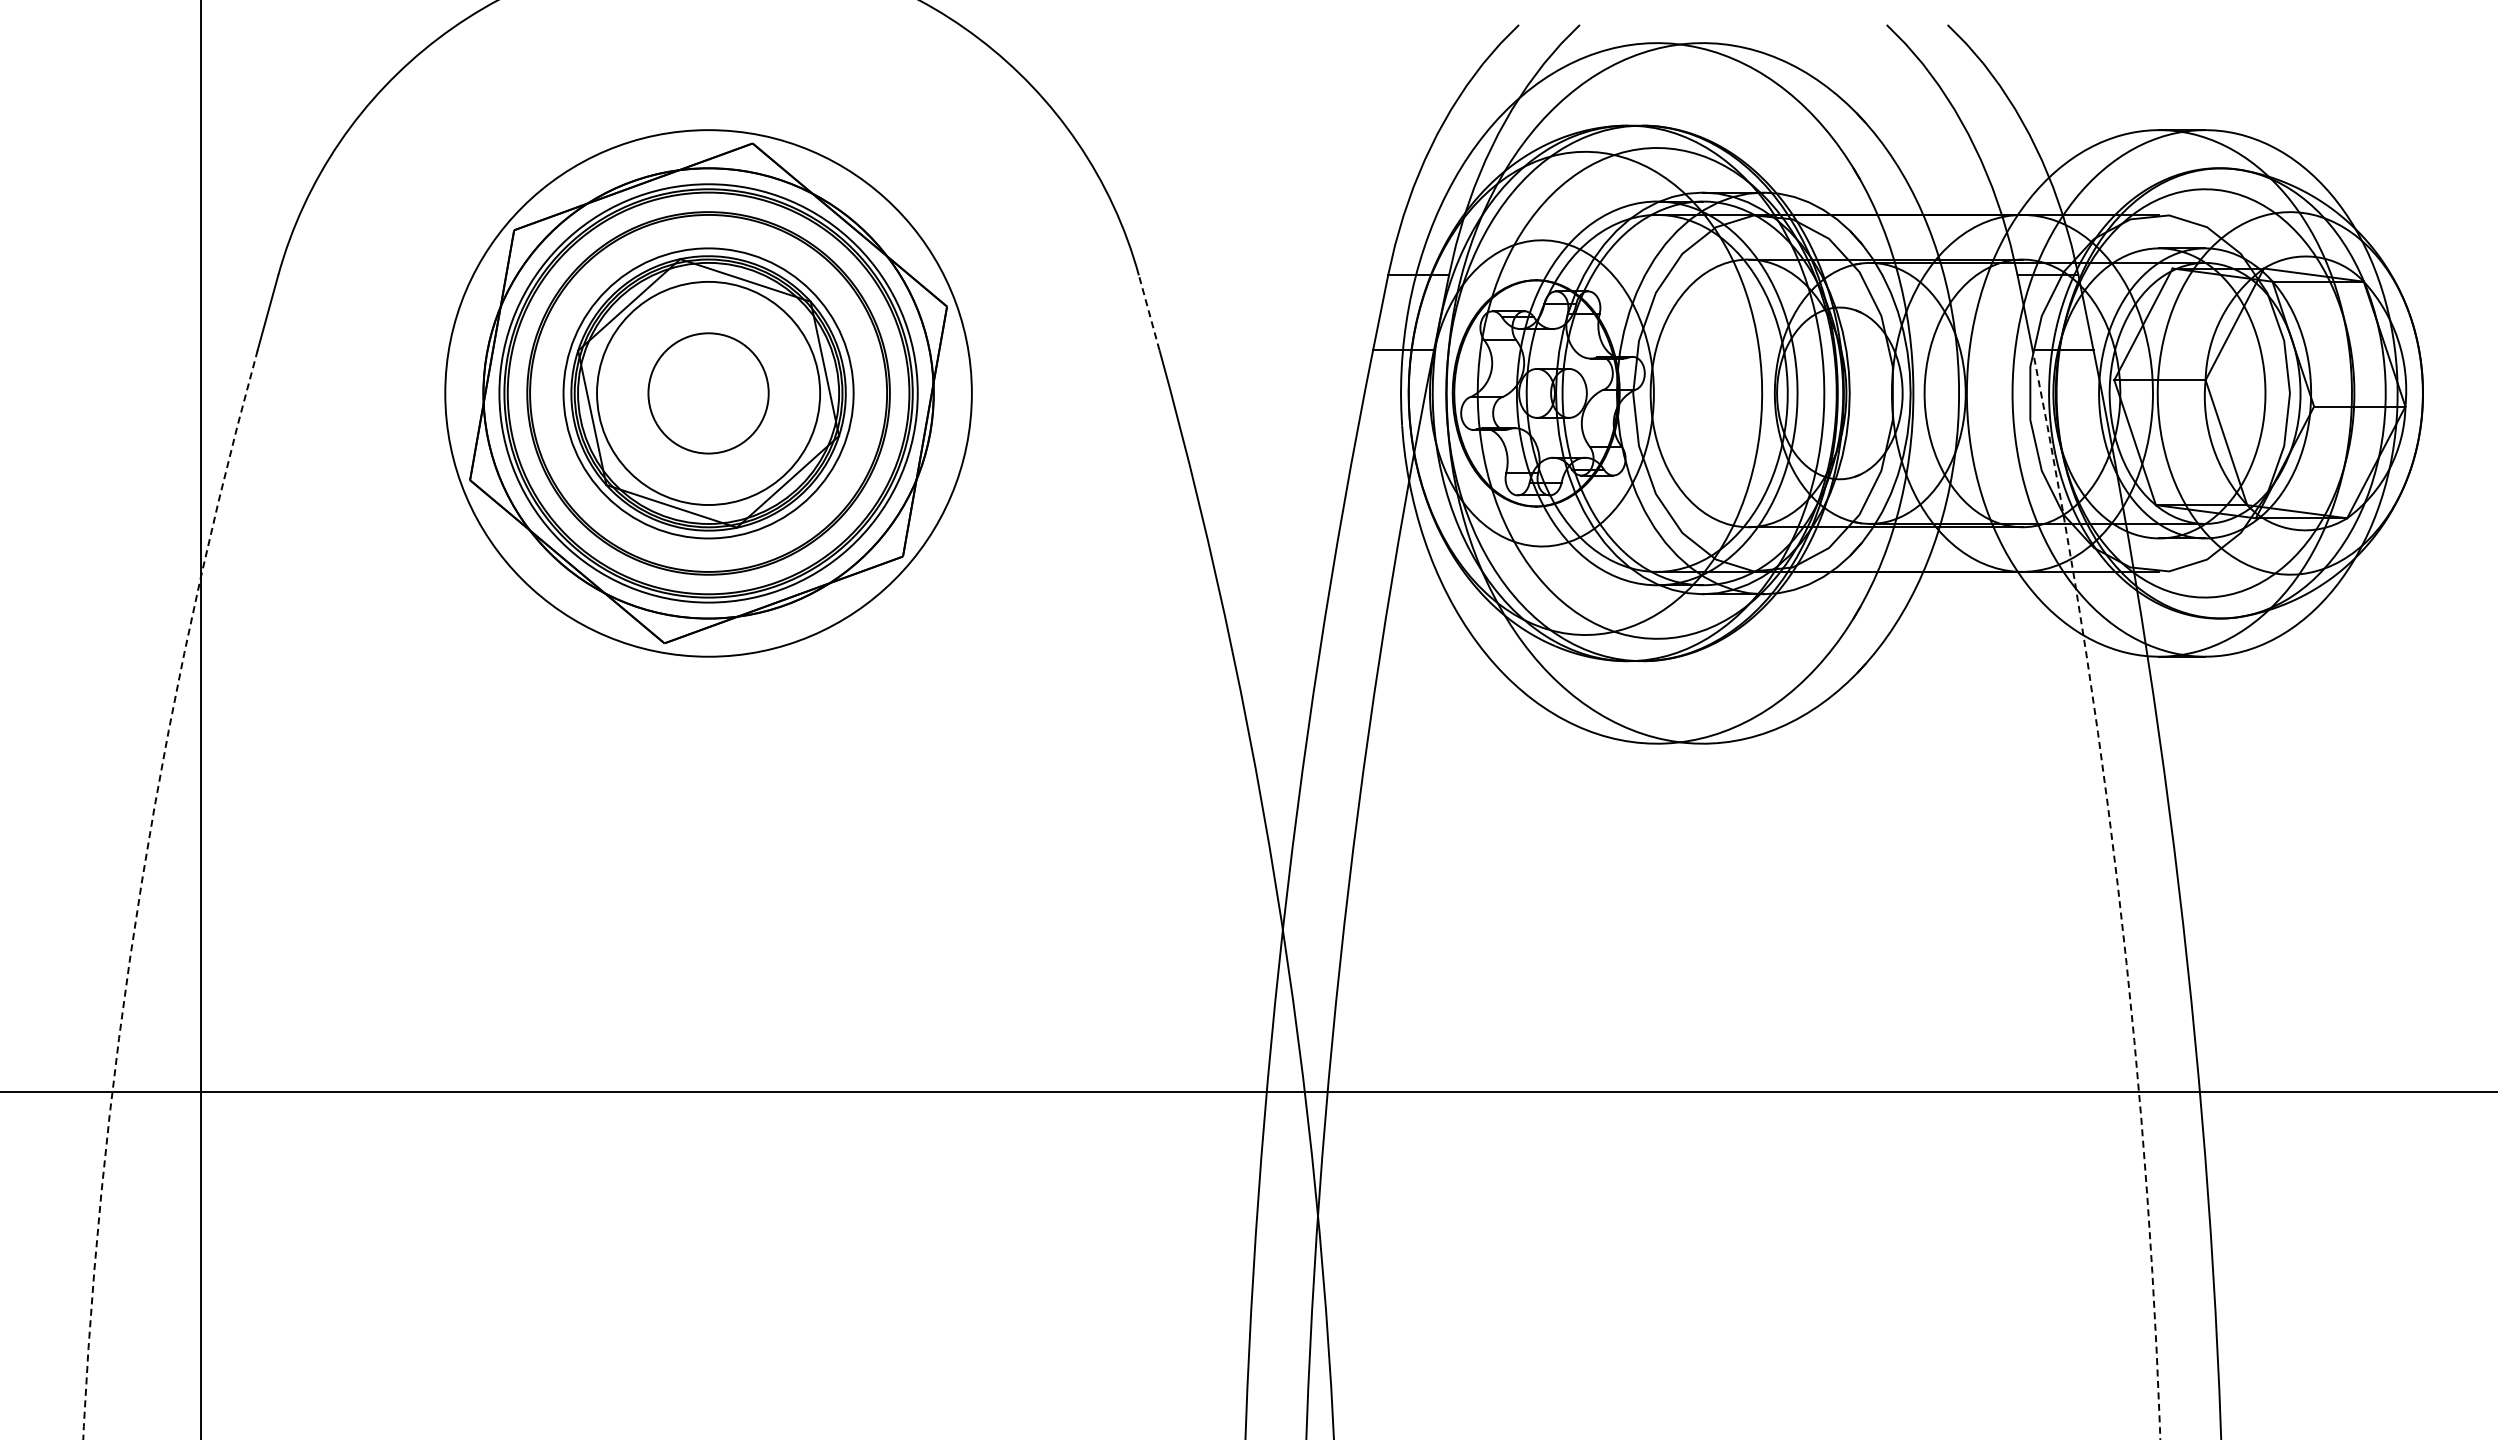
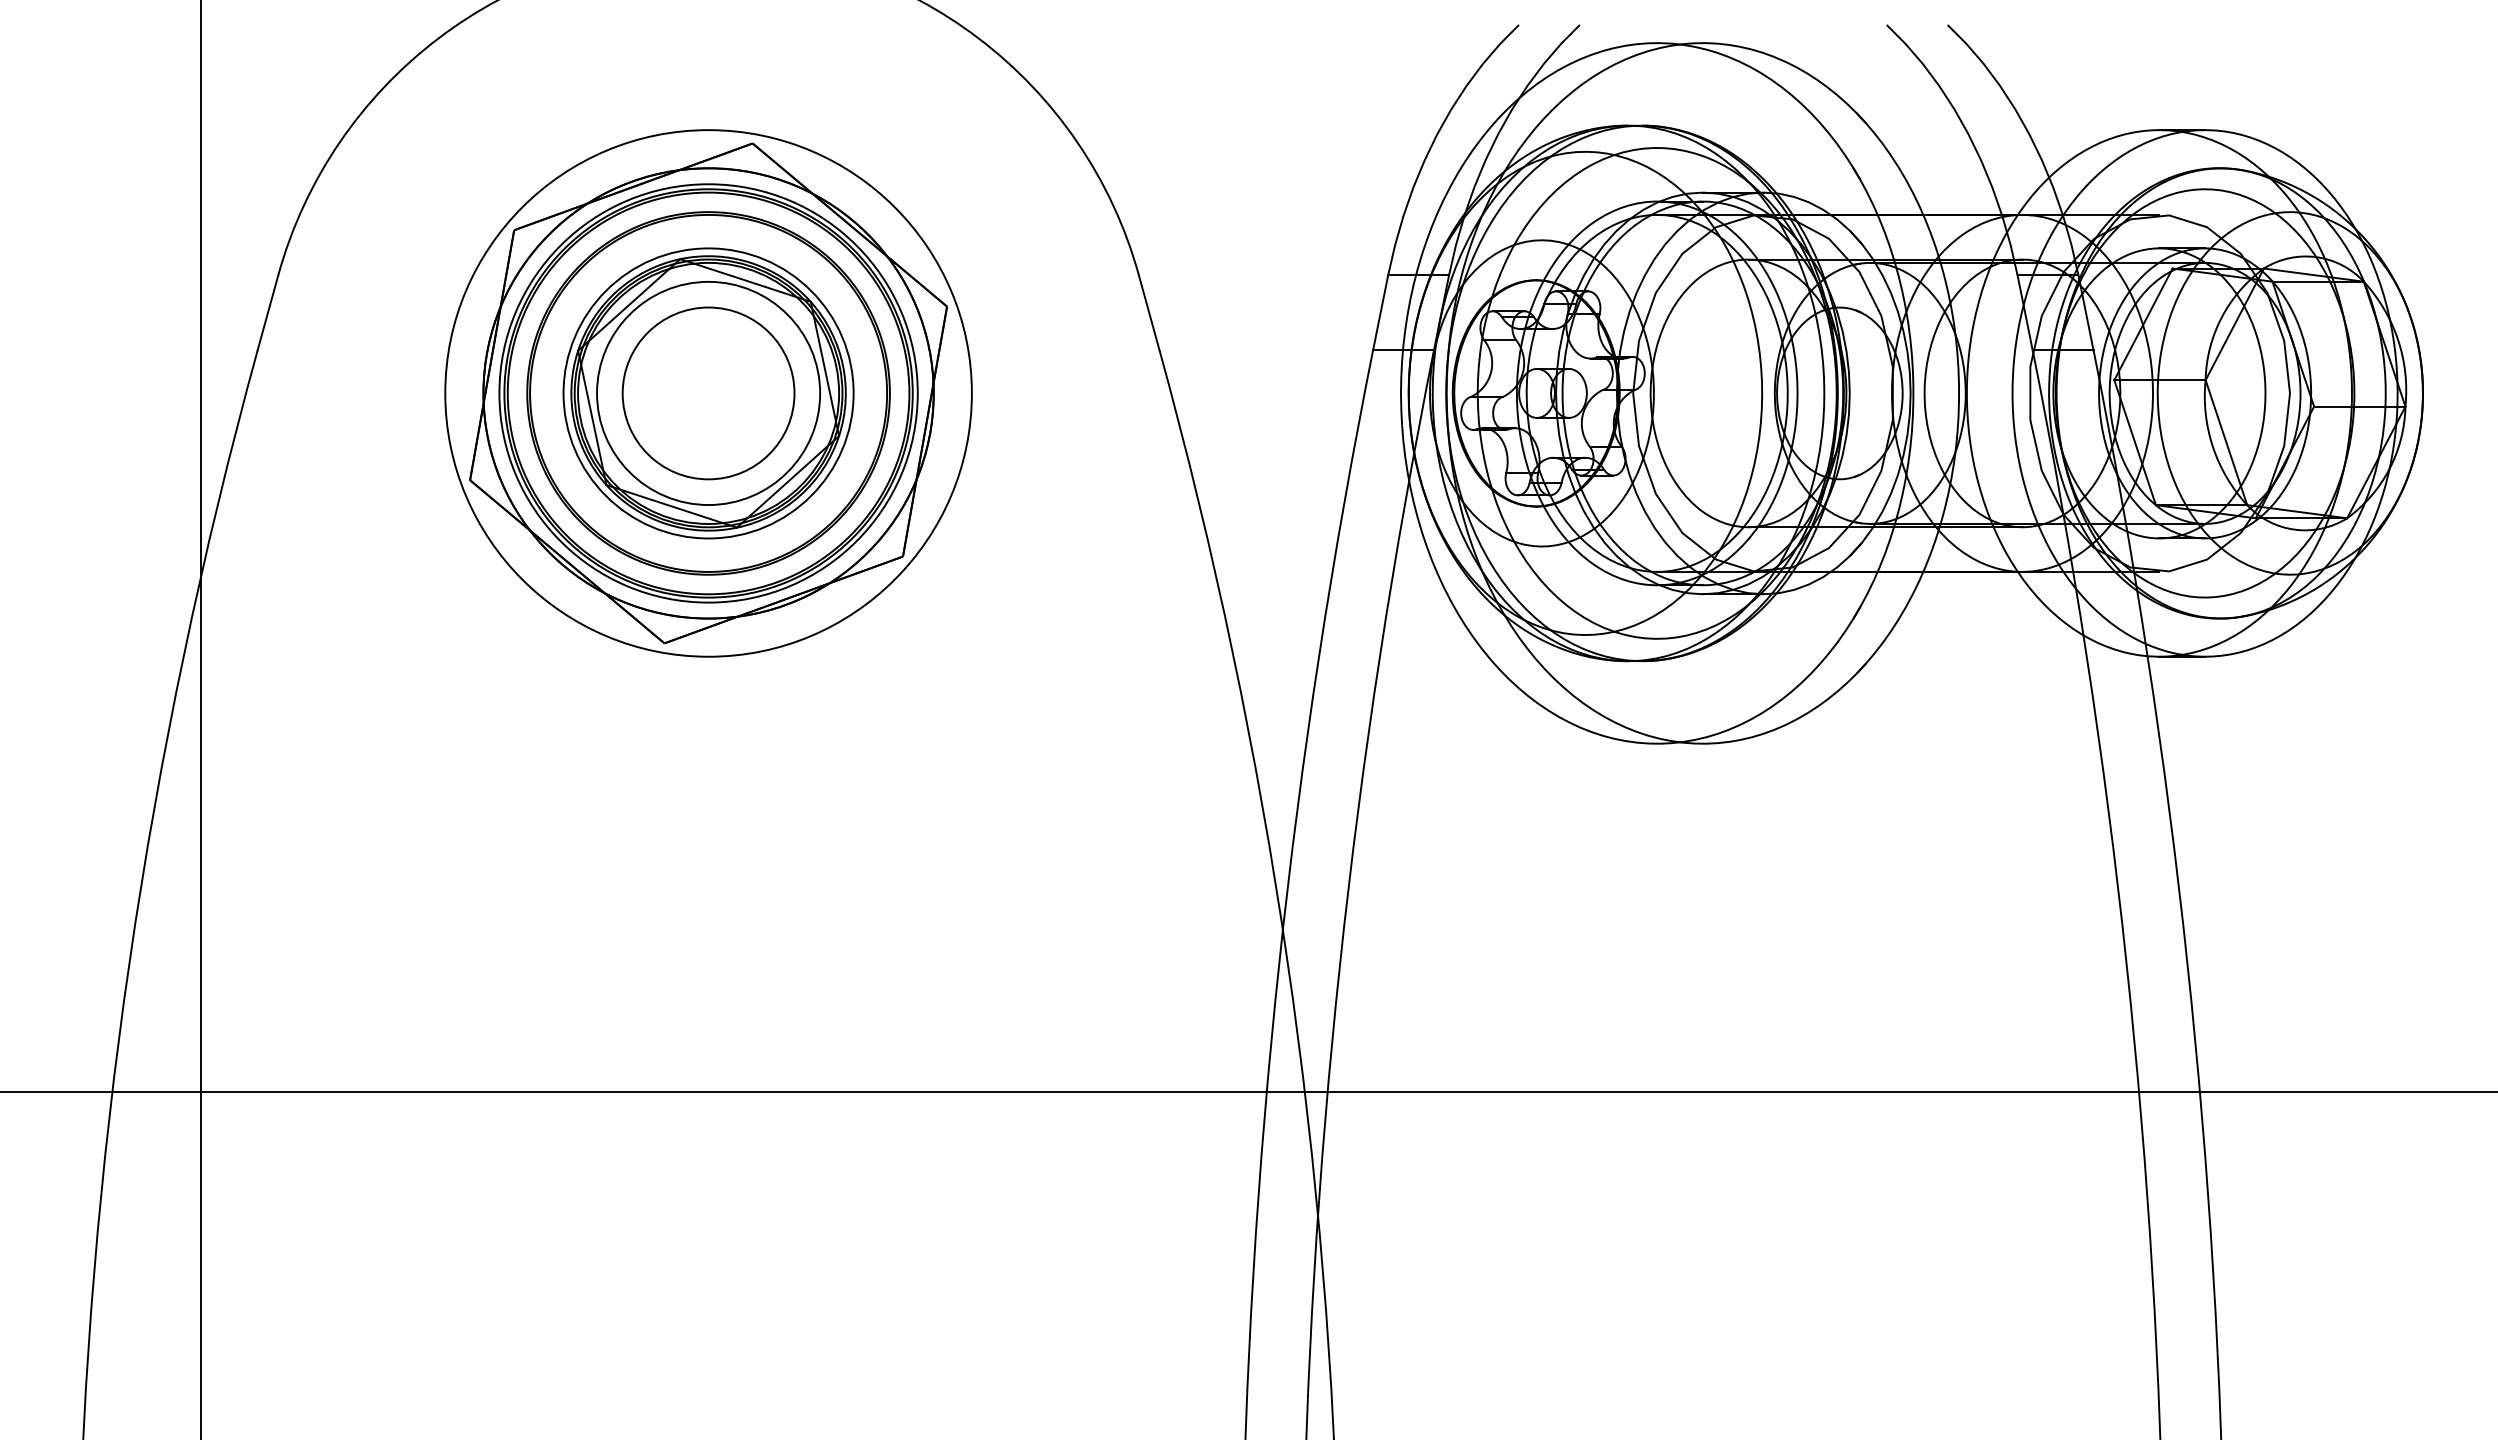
line at (1149, 312): dashed -> solid
circle at (708, 393) diameter: 120 px -> 172 px
arc at (140, 889): dashed -> solid
arc at (2118, 892): dashed -> solid
